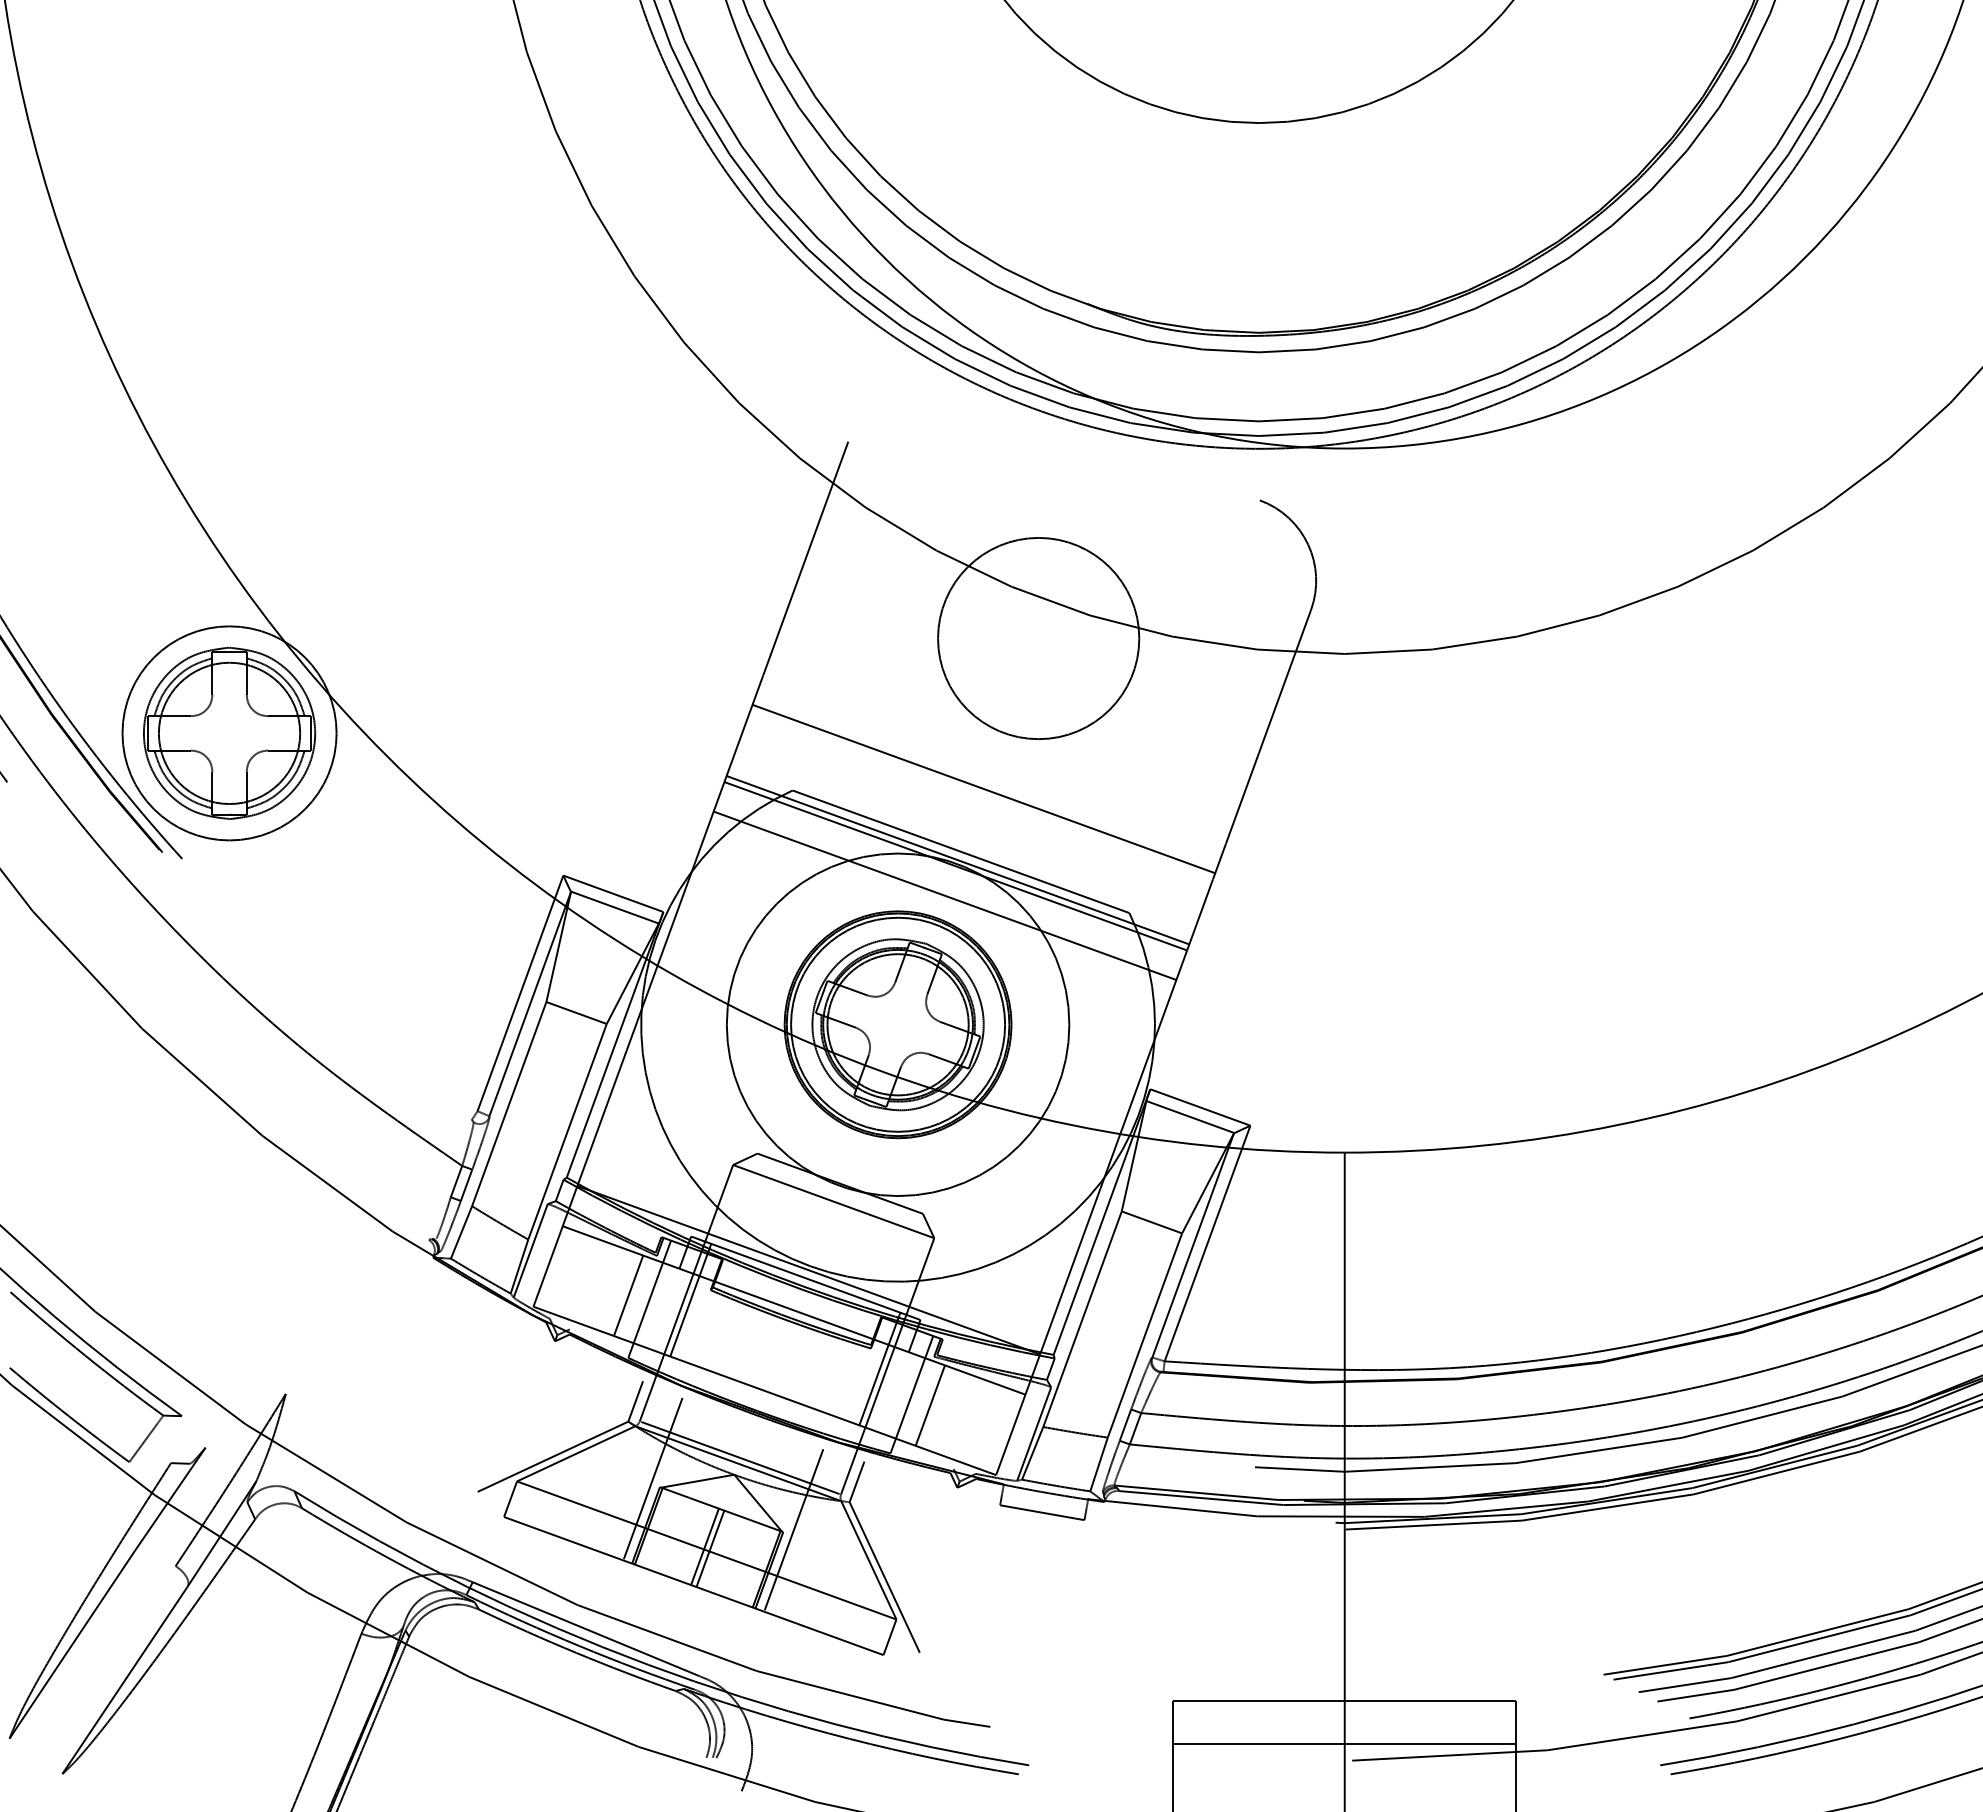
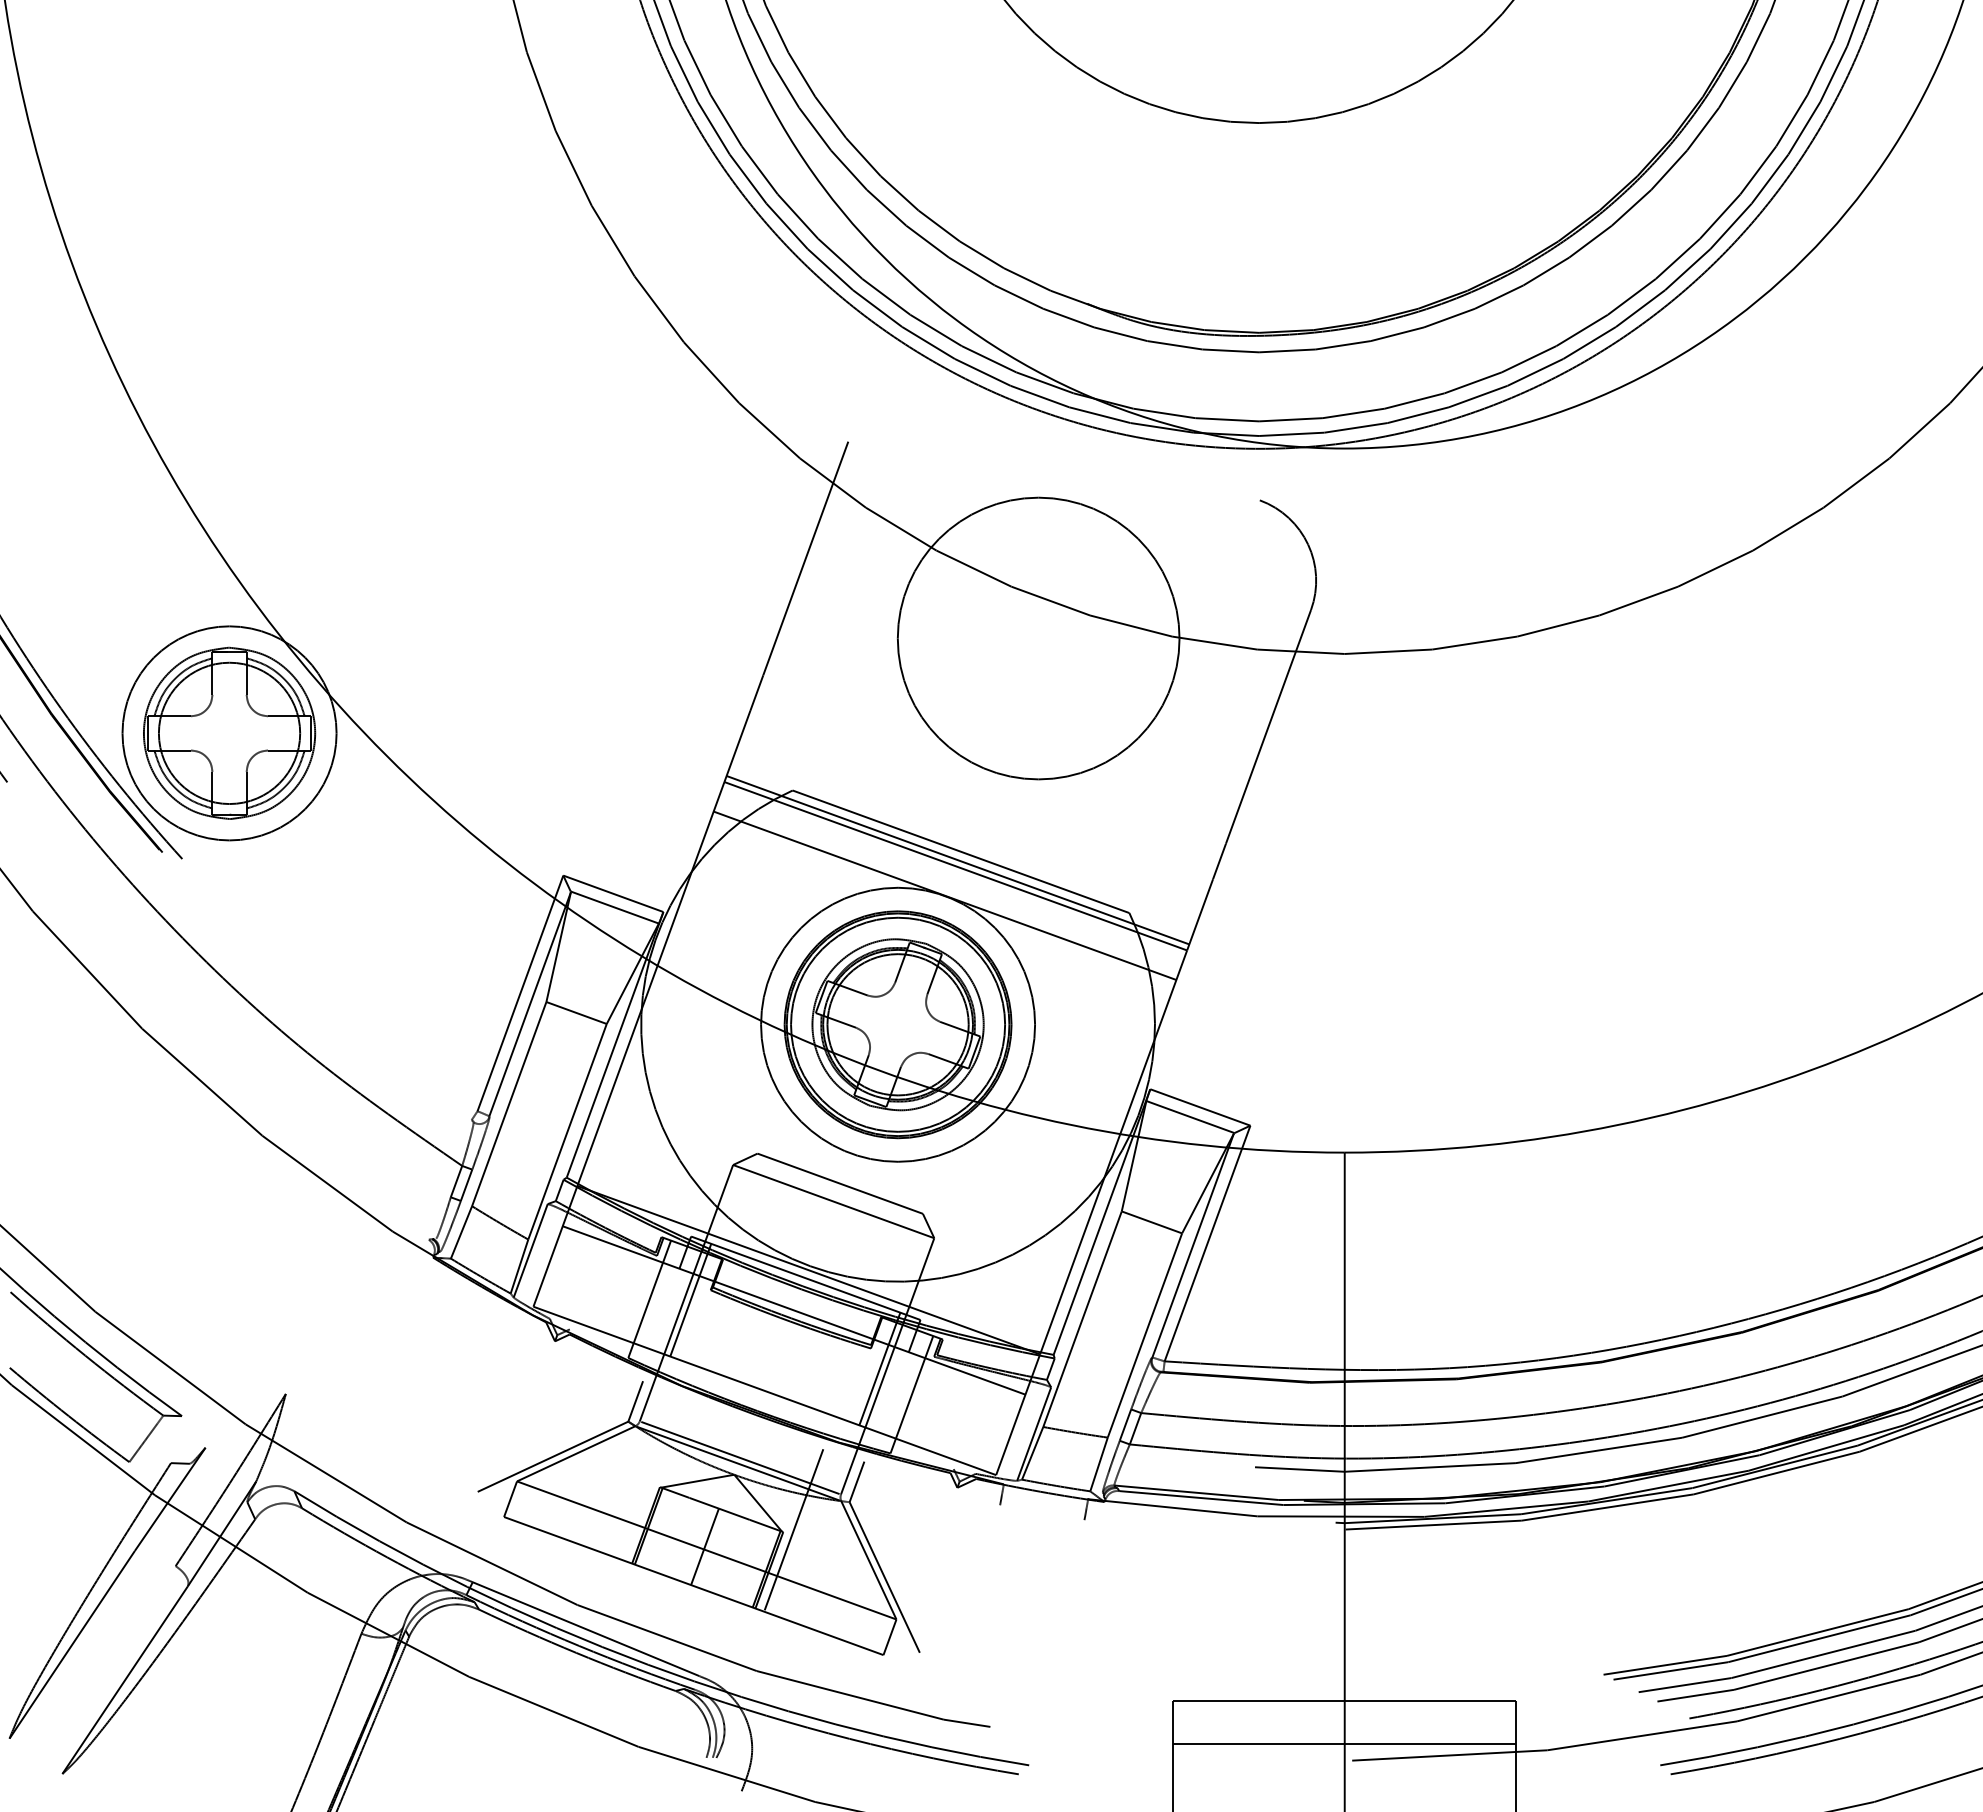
circle at (1038, 638) diameter: 201 px -> 282 px
line at (983, 788): present -> none
circle at (897, 1024) diameter: 343 px -> 274 px
line at (628, 1295): present -> none
line at (929, 1405): present -> none
line at (652, 1478): present -> none
line at (1042, 1512): present -> none
line at (710, 1548): present -> none
